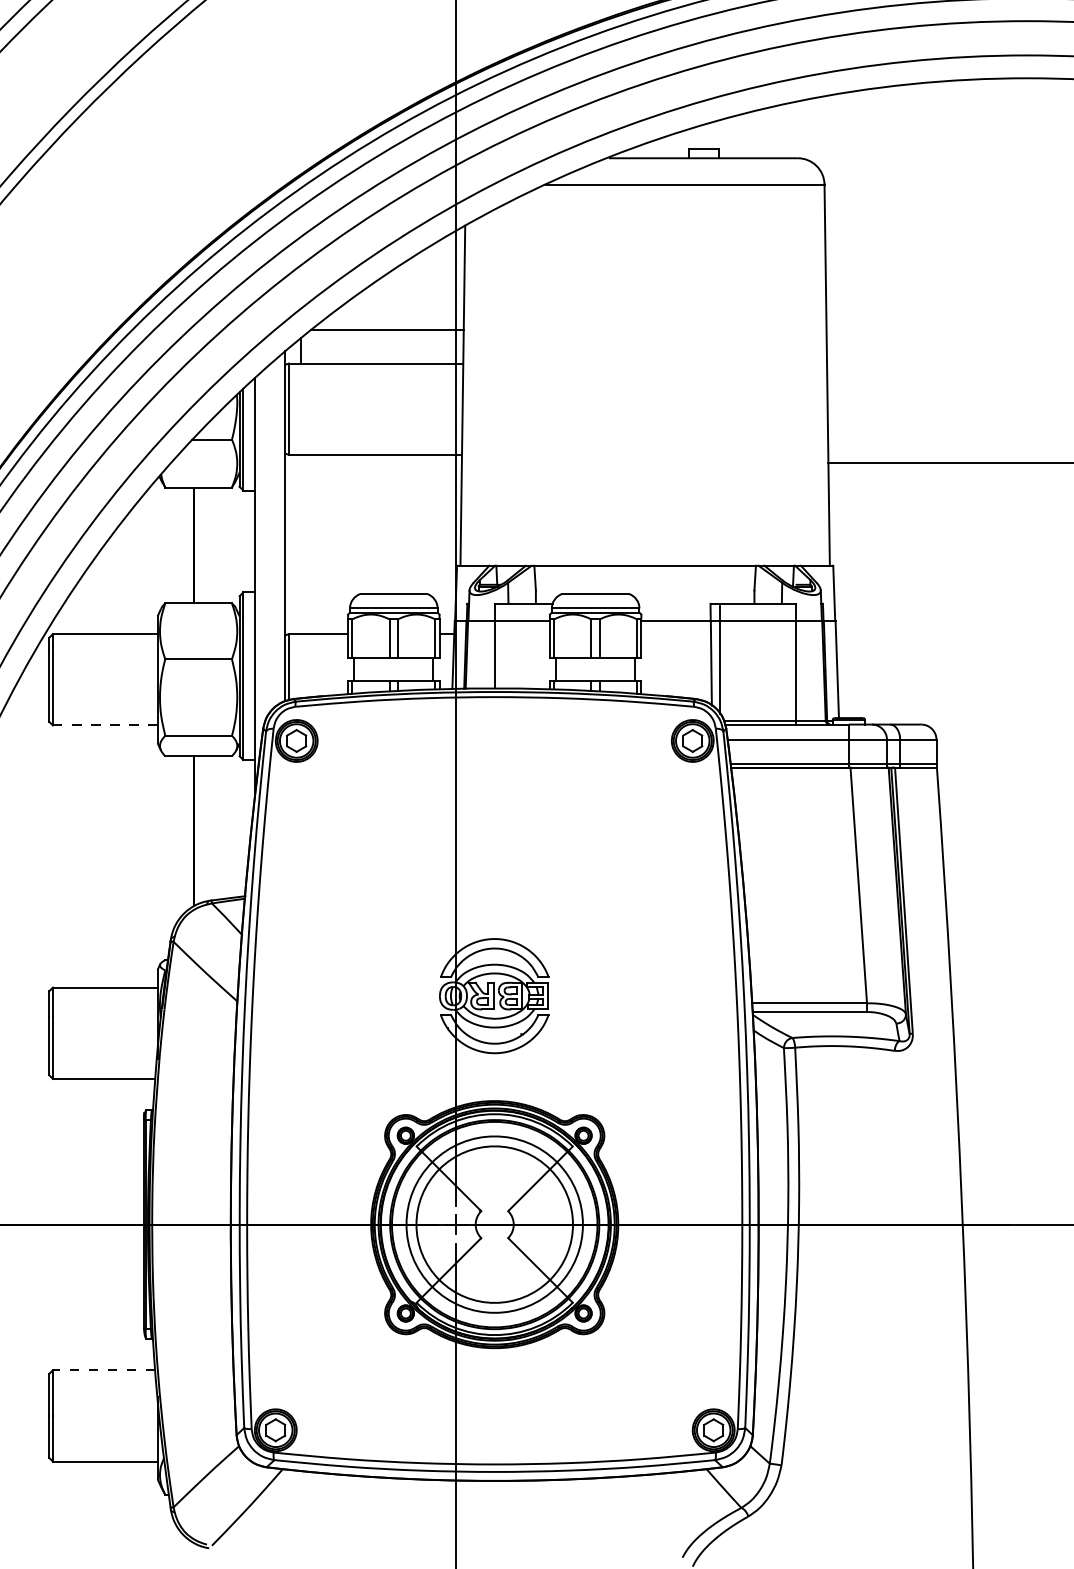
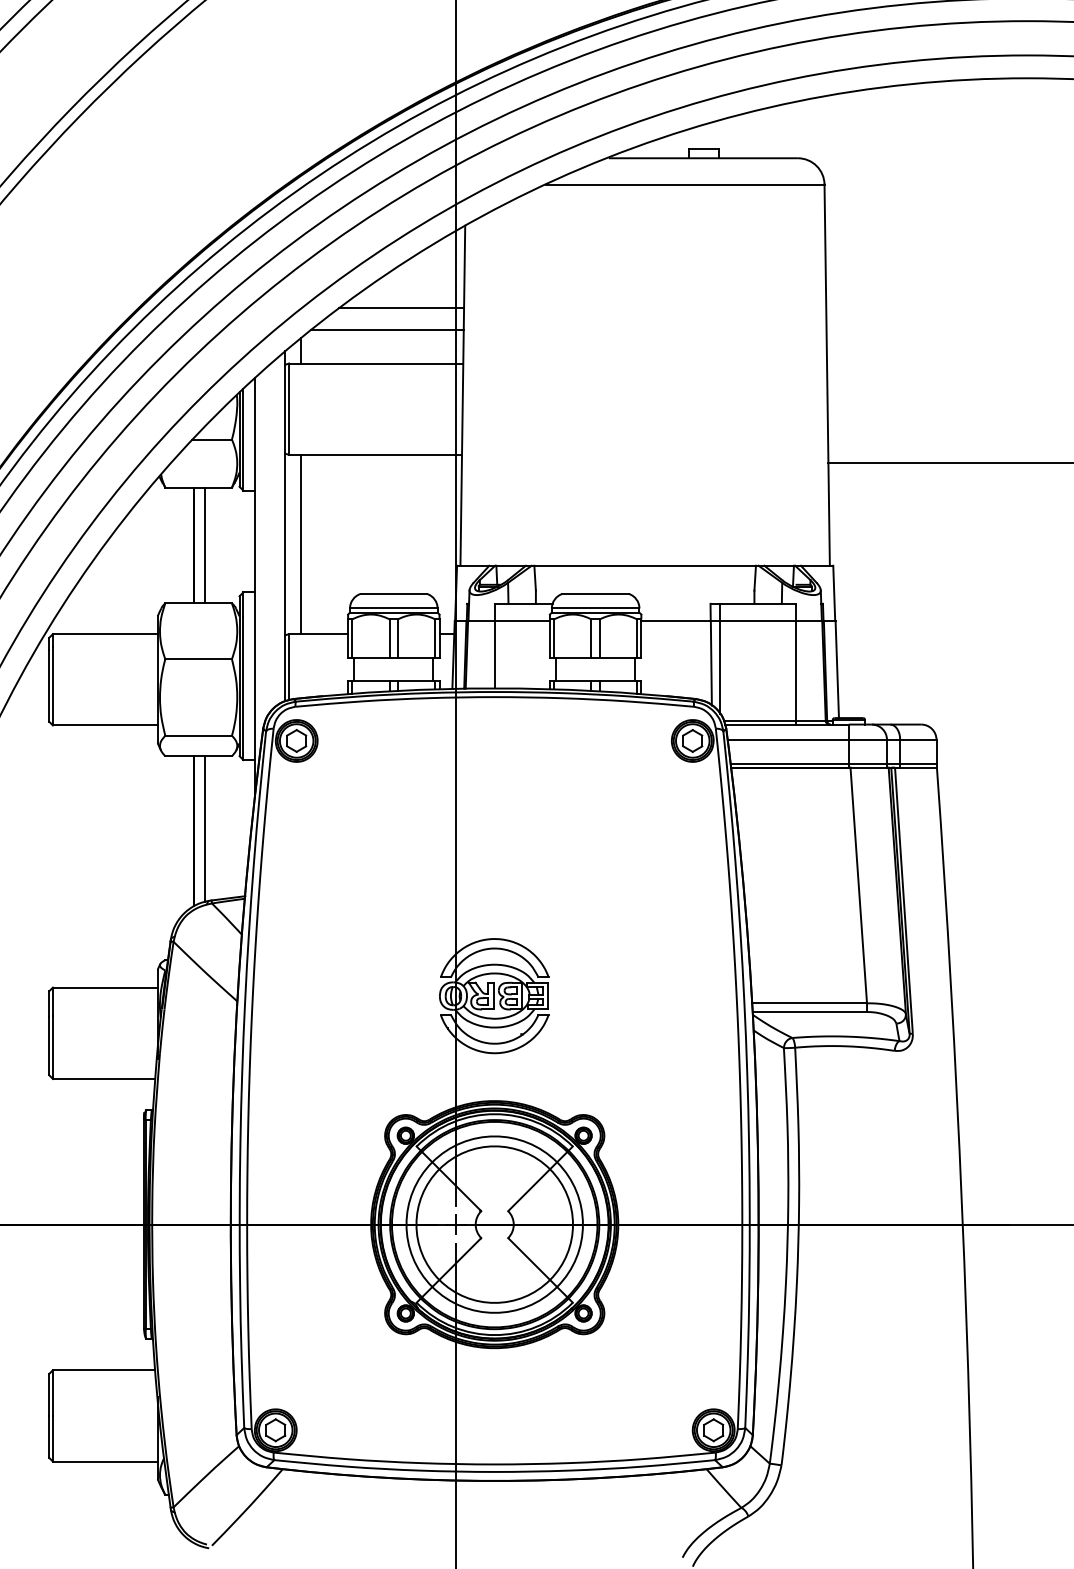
line at (401, 308): none -> present
line at (300, 544): none -> present
line at (205, 545): none -> present
line at (105, 725): dashed -> solid
line at (205, 828): none -> present
line at (103, 1370): dashed -> solid
